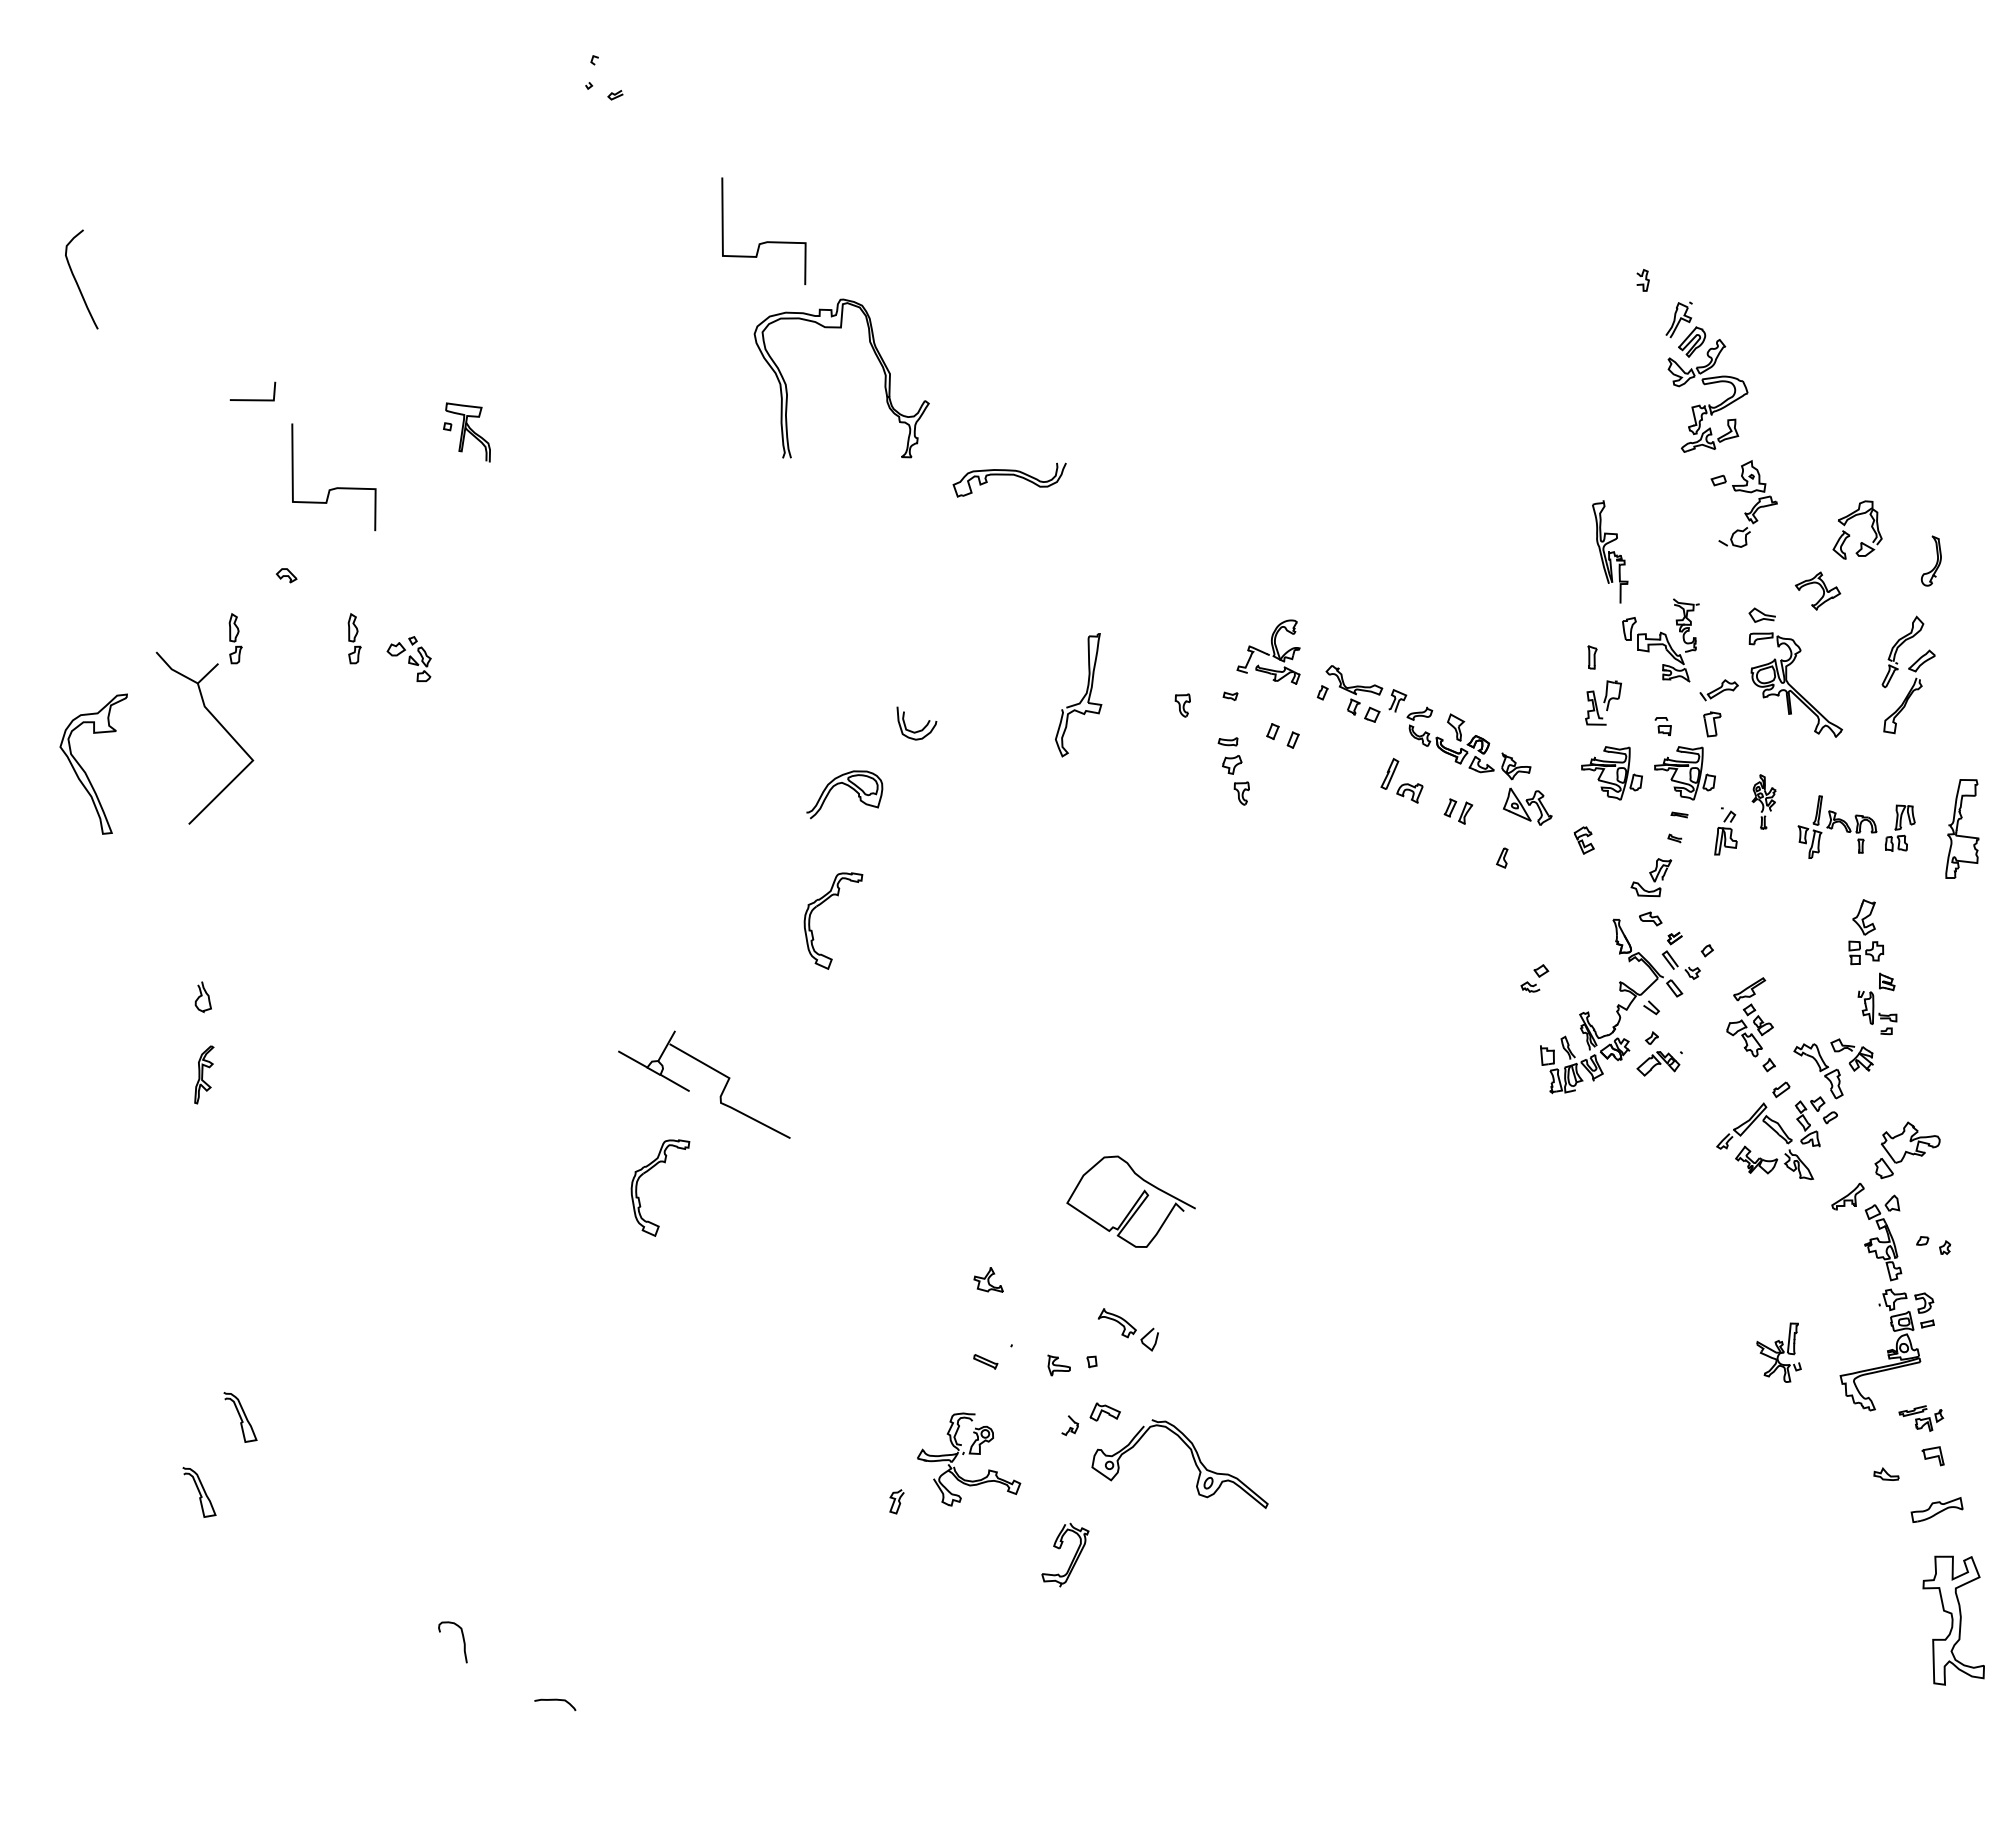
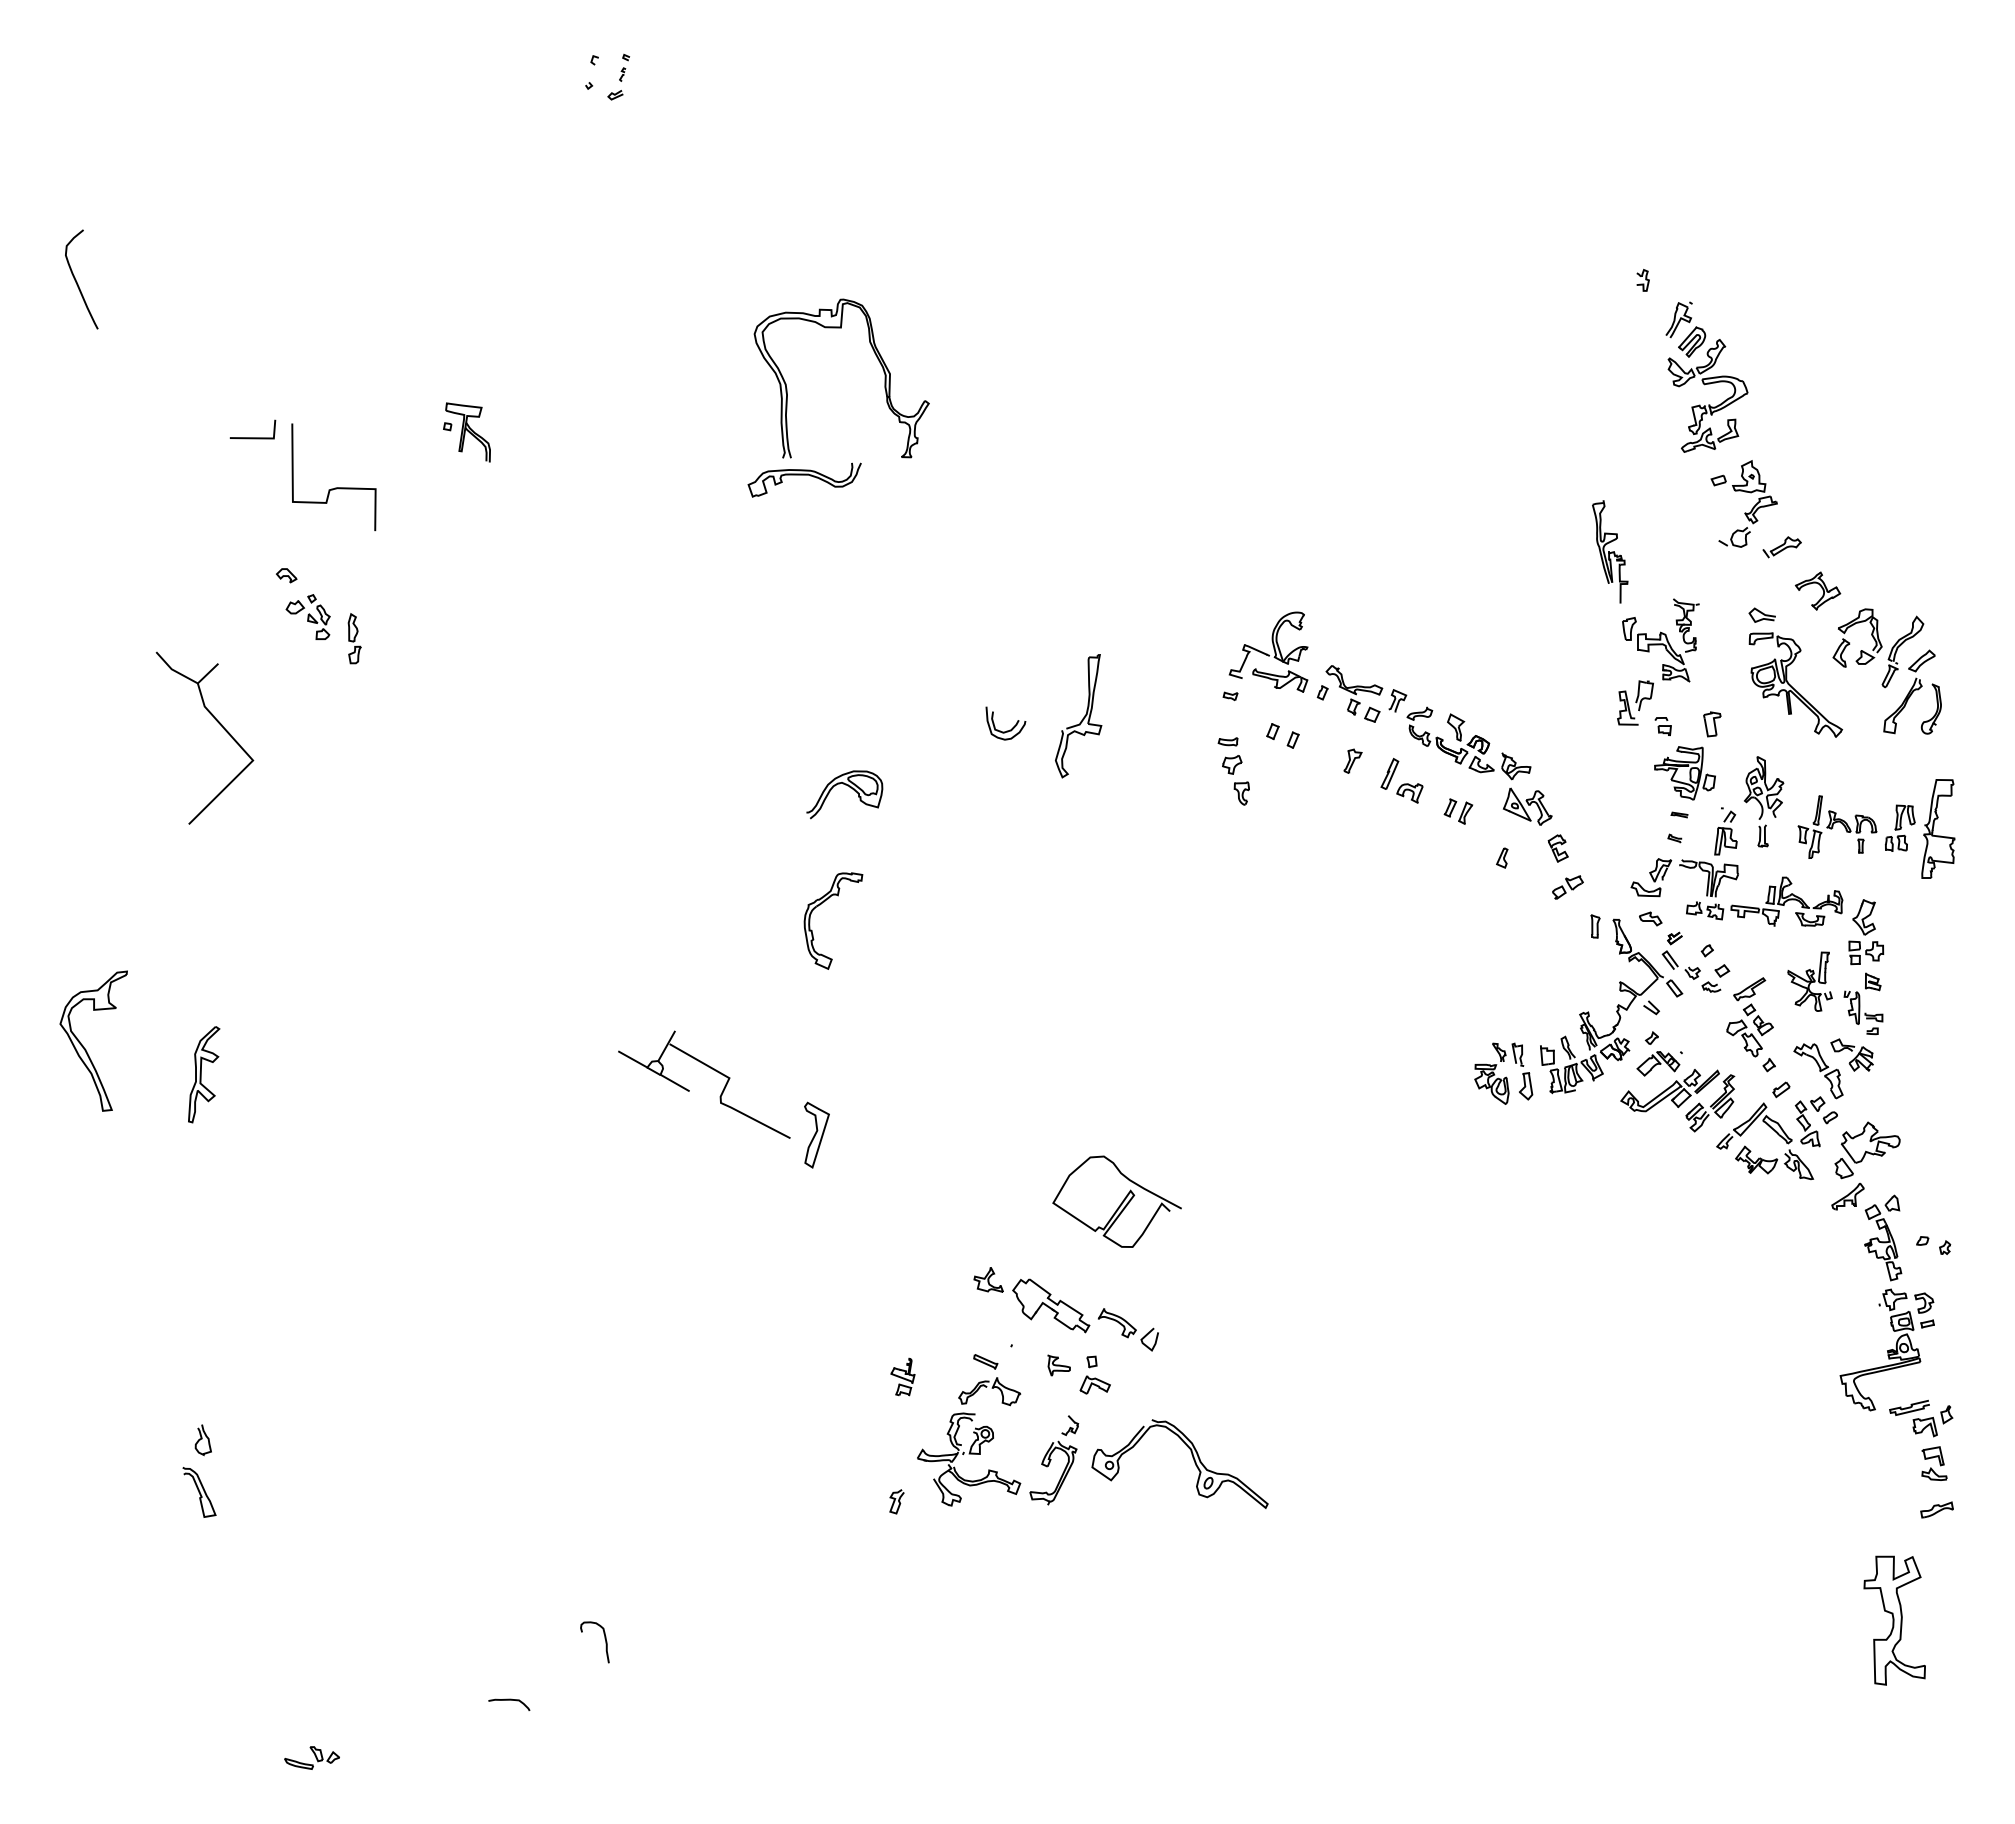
part at (624, 67): none -> present
curve at (765, 241): present -> none
line at (252, 399) position: (252, 399) -> (252, 437)
curve at (1009, 475) position: (1009, 475) -> (804, 475)
part at (1850, 535) position: (1850, 535) -> (1850, 643)
part at (1930, 560) position: (1930, 560) -> (1930, 708)
part at (235, 638): present -> none
part at (1268, 651) size: 65x66 px -> 81x82 px
part at (1592, 657) position: (1592, 657) -> (1595, 926)
part at (408, 658) position: (408, 658) -> (307, 616)
part at (1718, 690) position: (1718, 690) -> (1781, 547)
part at (1078, 695) position: (1078, 695) -> (1078, 716)
part at (1603, 702) position: (1603, 702) -> (1635, 702)
part at (1182, 705): present -> none
part at (917, 730) position: (917, 730) -> (1006, 730)
part at (1352, 760): none -> present
part at (83, 768) position: (83, 768) -> (83, 1045)
part at (1611, 773): present -> none
part at (1763, 801) size: 26x56 px -> 41x92 px
part at (1962, 828) position: (1962, 828) -> (1938, 828)
part at (1583, 840) position: (1583, 840) -> (1557, 848)
part at (1567, 887): none -> present
part at (1767, 895): none -> present
part at (1534, 978) position: (1534, 978) -> (1715, 978)
curve at (202, 996) position: (202, 996) -> (202, 1439)
part at (1877, 1003) position: (1877, 1003) -> (1863, 1003)
part at (1503, 1073): none -> present
part at (204, 1074) size: 21x60 px -> 33x98 px
part at (1677, 1100): none -> present
curve at (816, 1134): none -> present
part at (1907, 1150) position: (1907, 1150) -> (1867, 1150)
part at (647, 1172): present -> none
curve at (1134, 1203) position: (1134, 1203) -> (1120, 1203)
part at (1051, 1305): none -> present
part at (1778, 1352) position: (1778, 1352) -> (1809, 981)
part at (902, 1376): none -> present
part at (989, 1391): none -> present
part at (1104, 1411) position: (1104, 1411) -> (1094, 1384)
curve at (240, 1417): present -> none
part at (1921, 1418) size: 47x27 px -> 65x39 px
curve at (1886, 1473) position: (1886, 1473) -> (1934, 1473)
part at (1936, 1509) size: 54x26 px -> 34x18 px
part at (1060, 1548) position: (1060, 1548) -> (1048, 1466)
curve at (1953, 1620) position: (1953, 1620) -> (1894, 1620)
curve at (462, 1638) position: (462, 1638) -> (604, 1638)
curve at (555, 1700) position: (555, 1700) -> (509, 1700)
part at (311, 1757): none -> present
